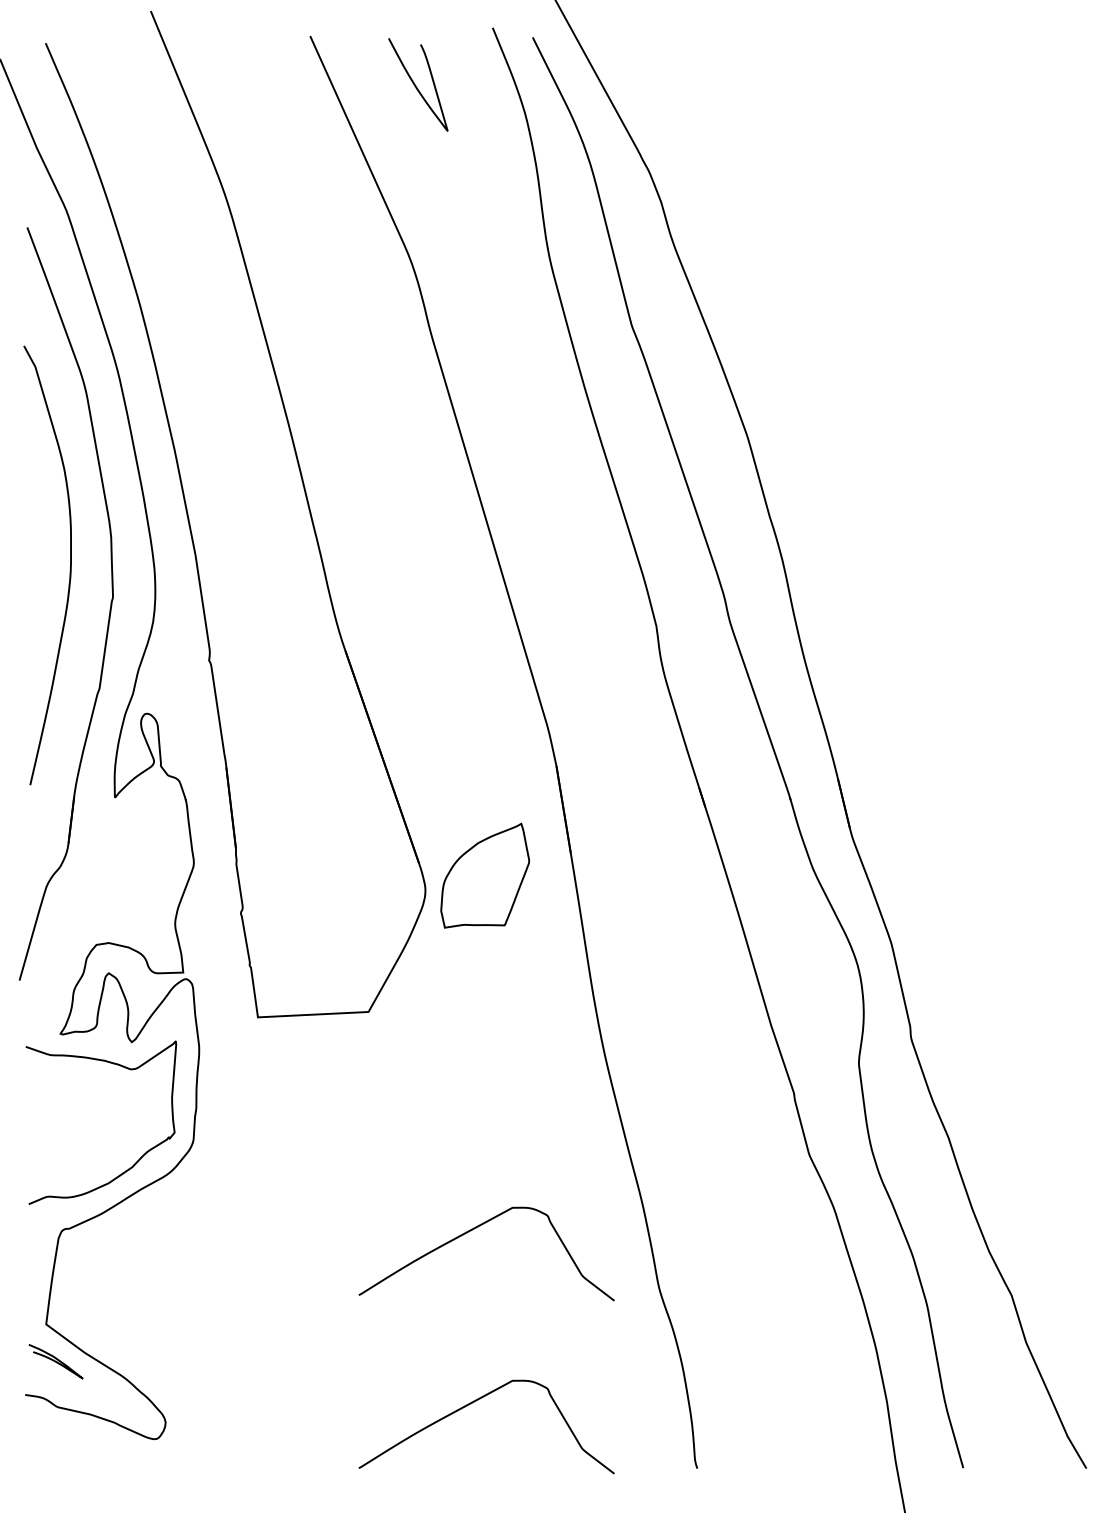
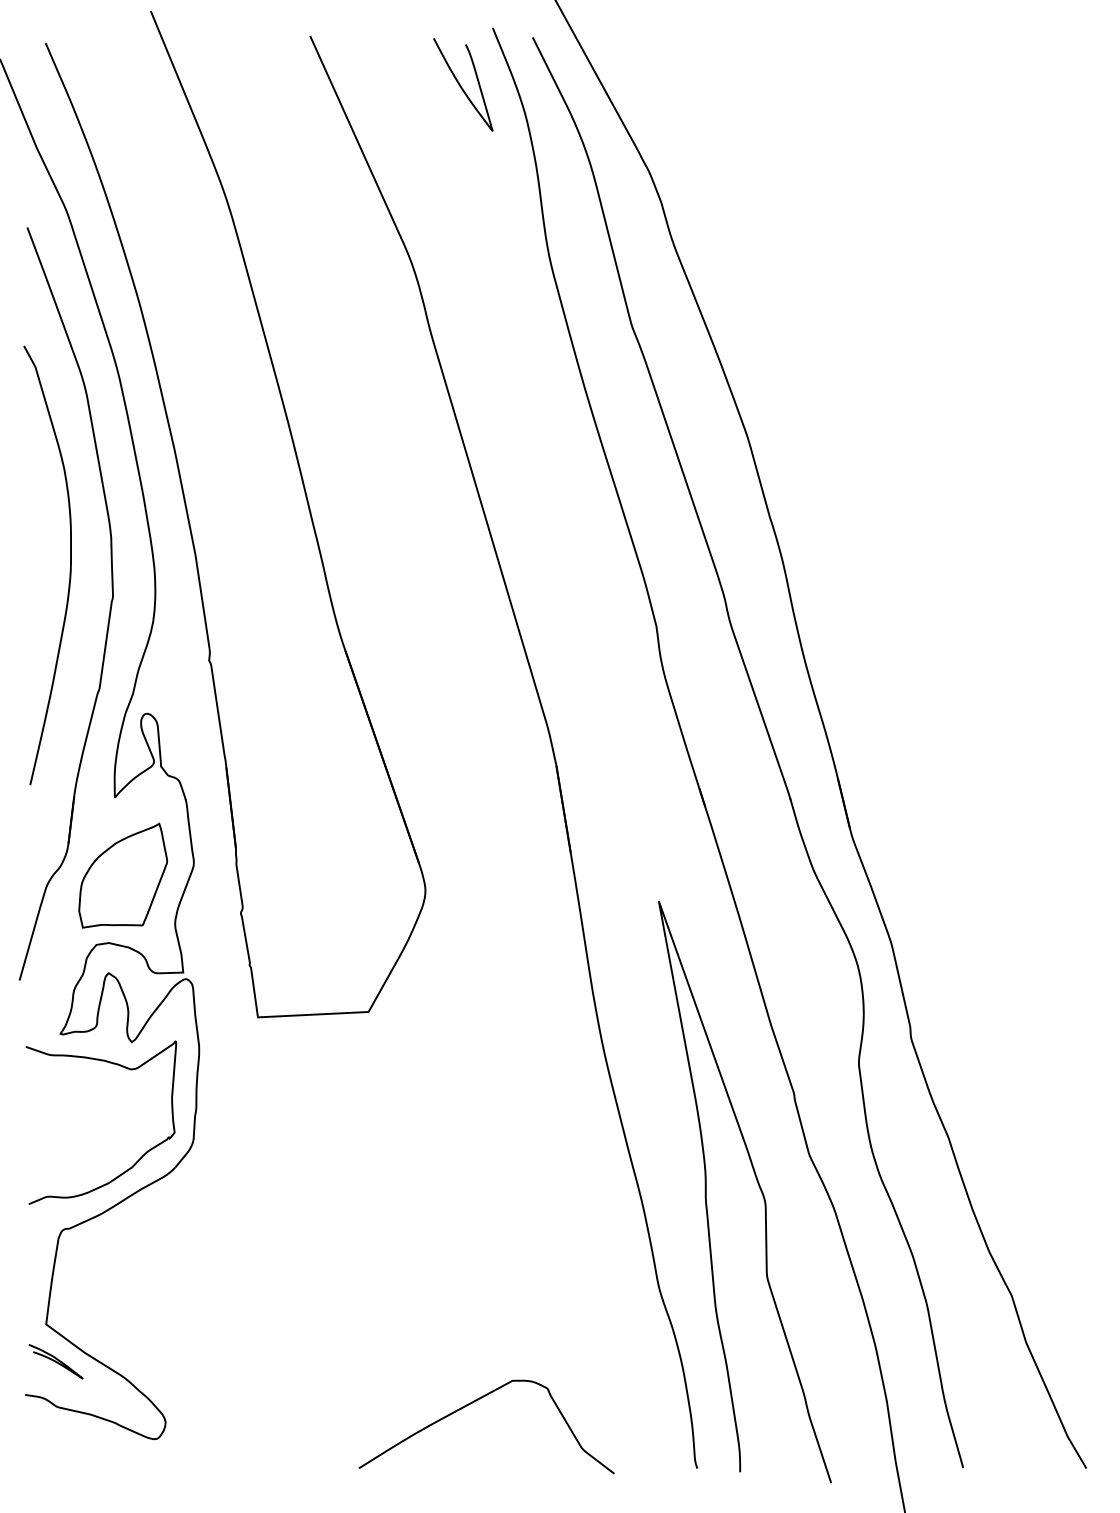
curve at (416, 85) position: (416, 85) -> (461, 85)
part at (485, 875) position: (485, 875) -> (123, 875)
curve at (758, 1186): none -> present
curve at (474, 1229): present -> none
